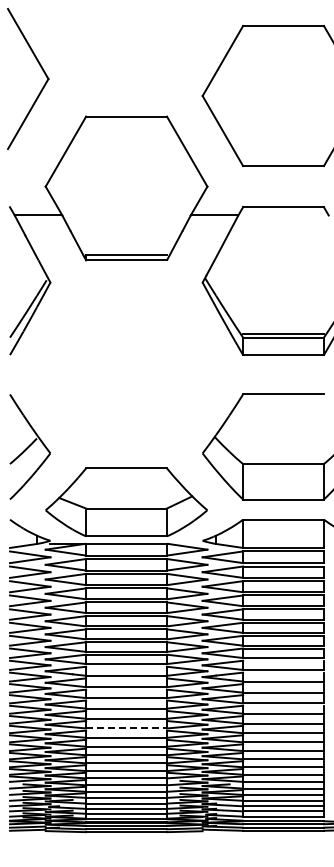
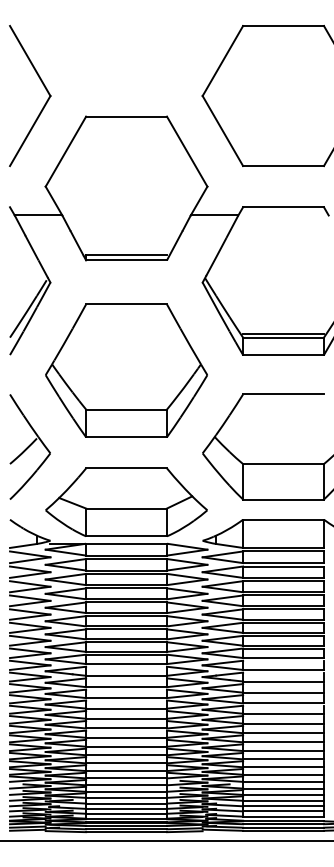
part at (41, 88) position: (41, 88) -> (43, 105)
part at (126, 370): none -> present
line at (127, 728): dashed -> solid
line at (166, 840): none -> present
